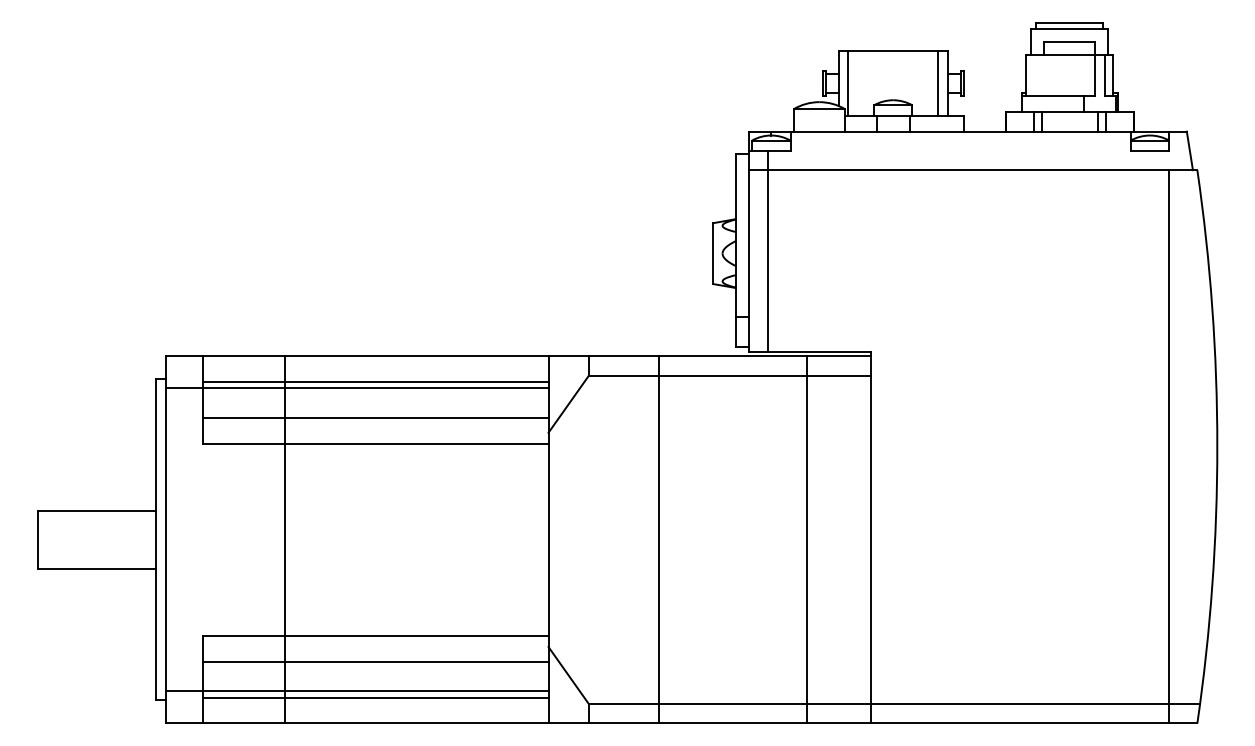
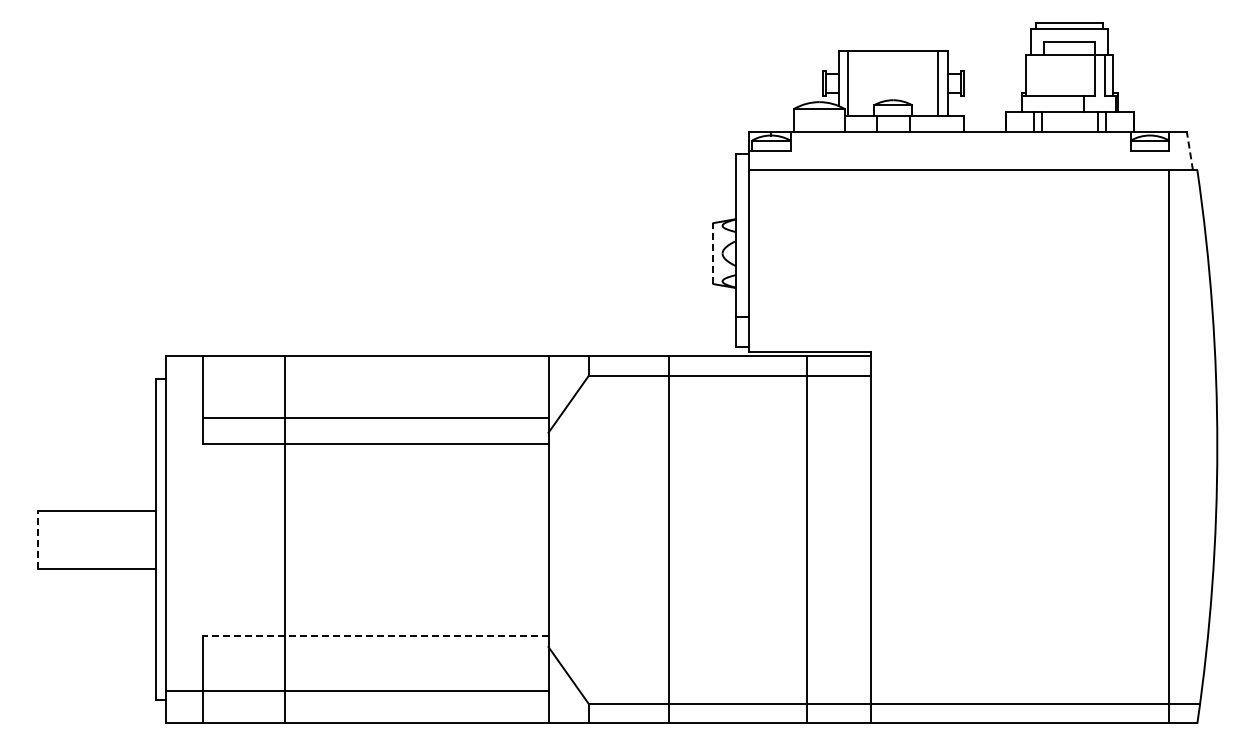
line at (1189, 150): solid -> dashed
line at (768, 250): present -> none
line at (713, 253): solid -> dashed
line at (375, 381): present -> none
line at (357, 388): present -> none
line at (37, 539): solid -> dashed
line at (658, 539) position: (658, 539) -> (668, 539)
line at (375, 636): solid -> dashed
line at (375, 661): present -> none
line at (375, 697): present -> none
